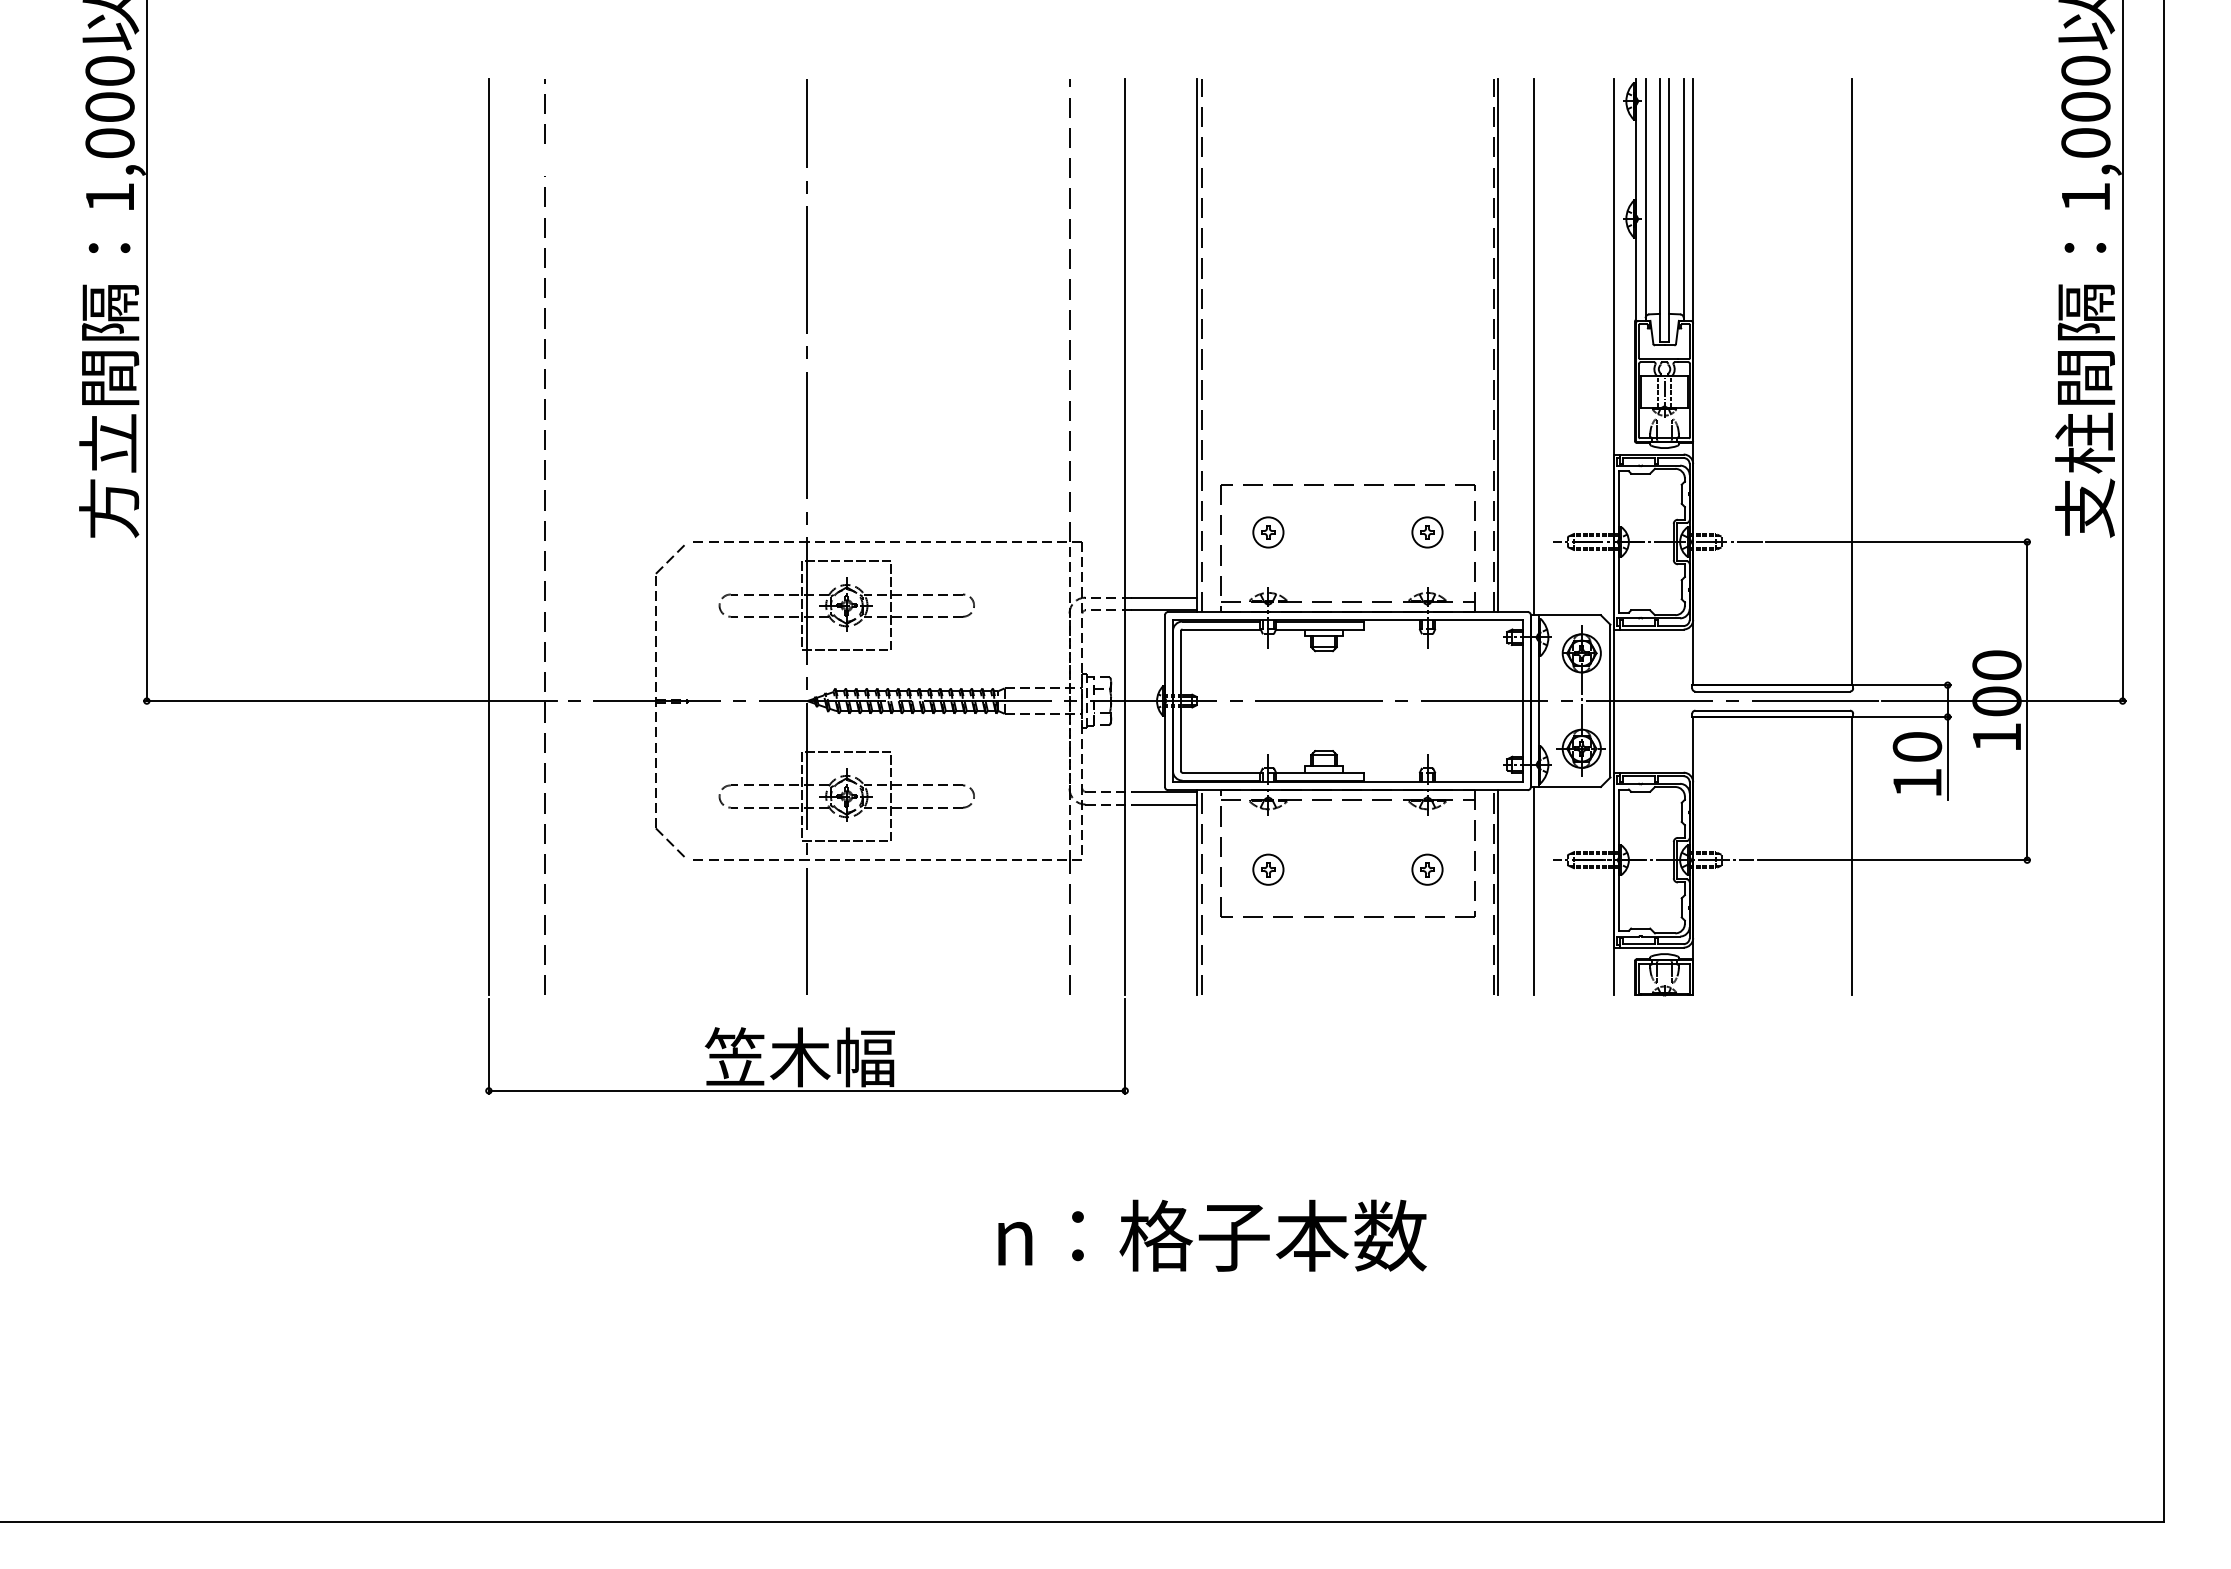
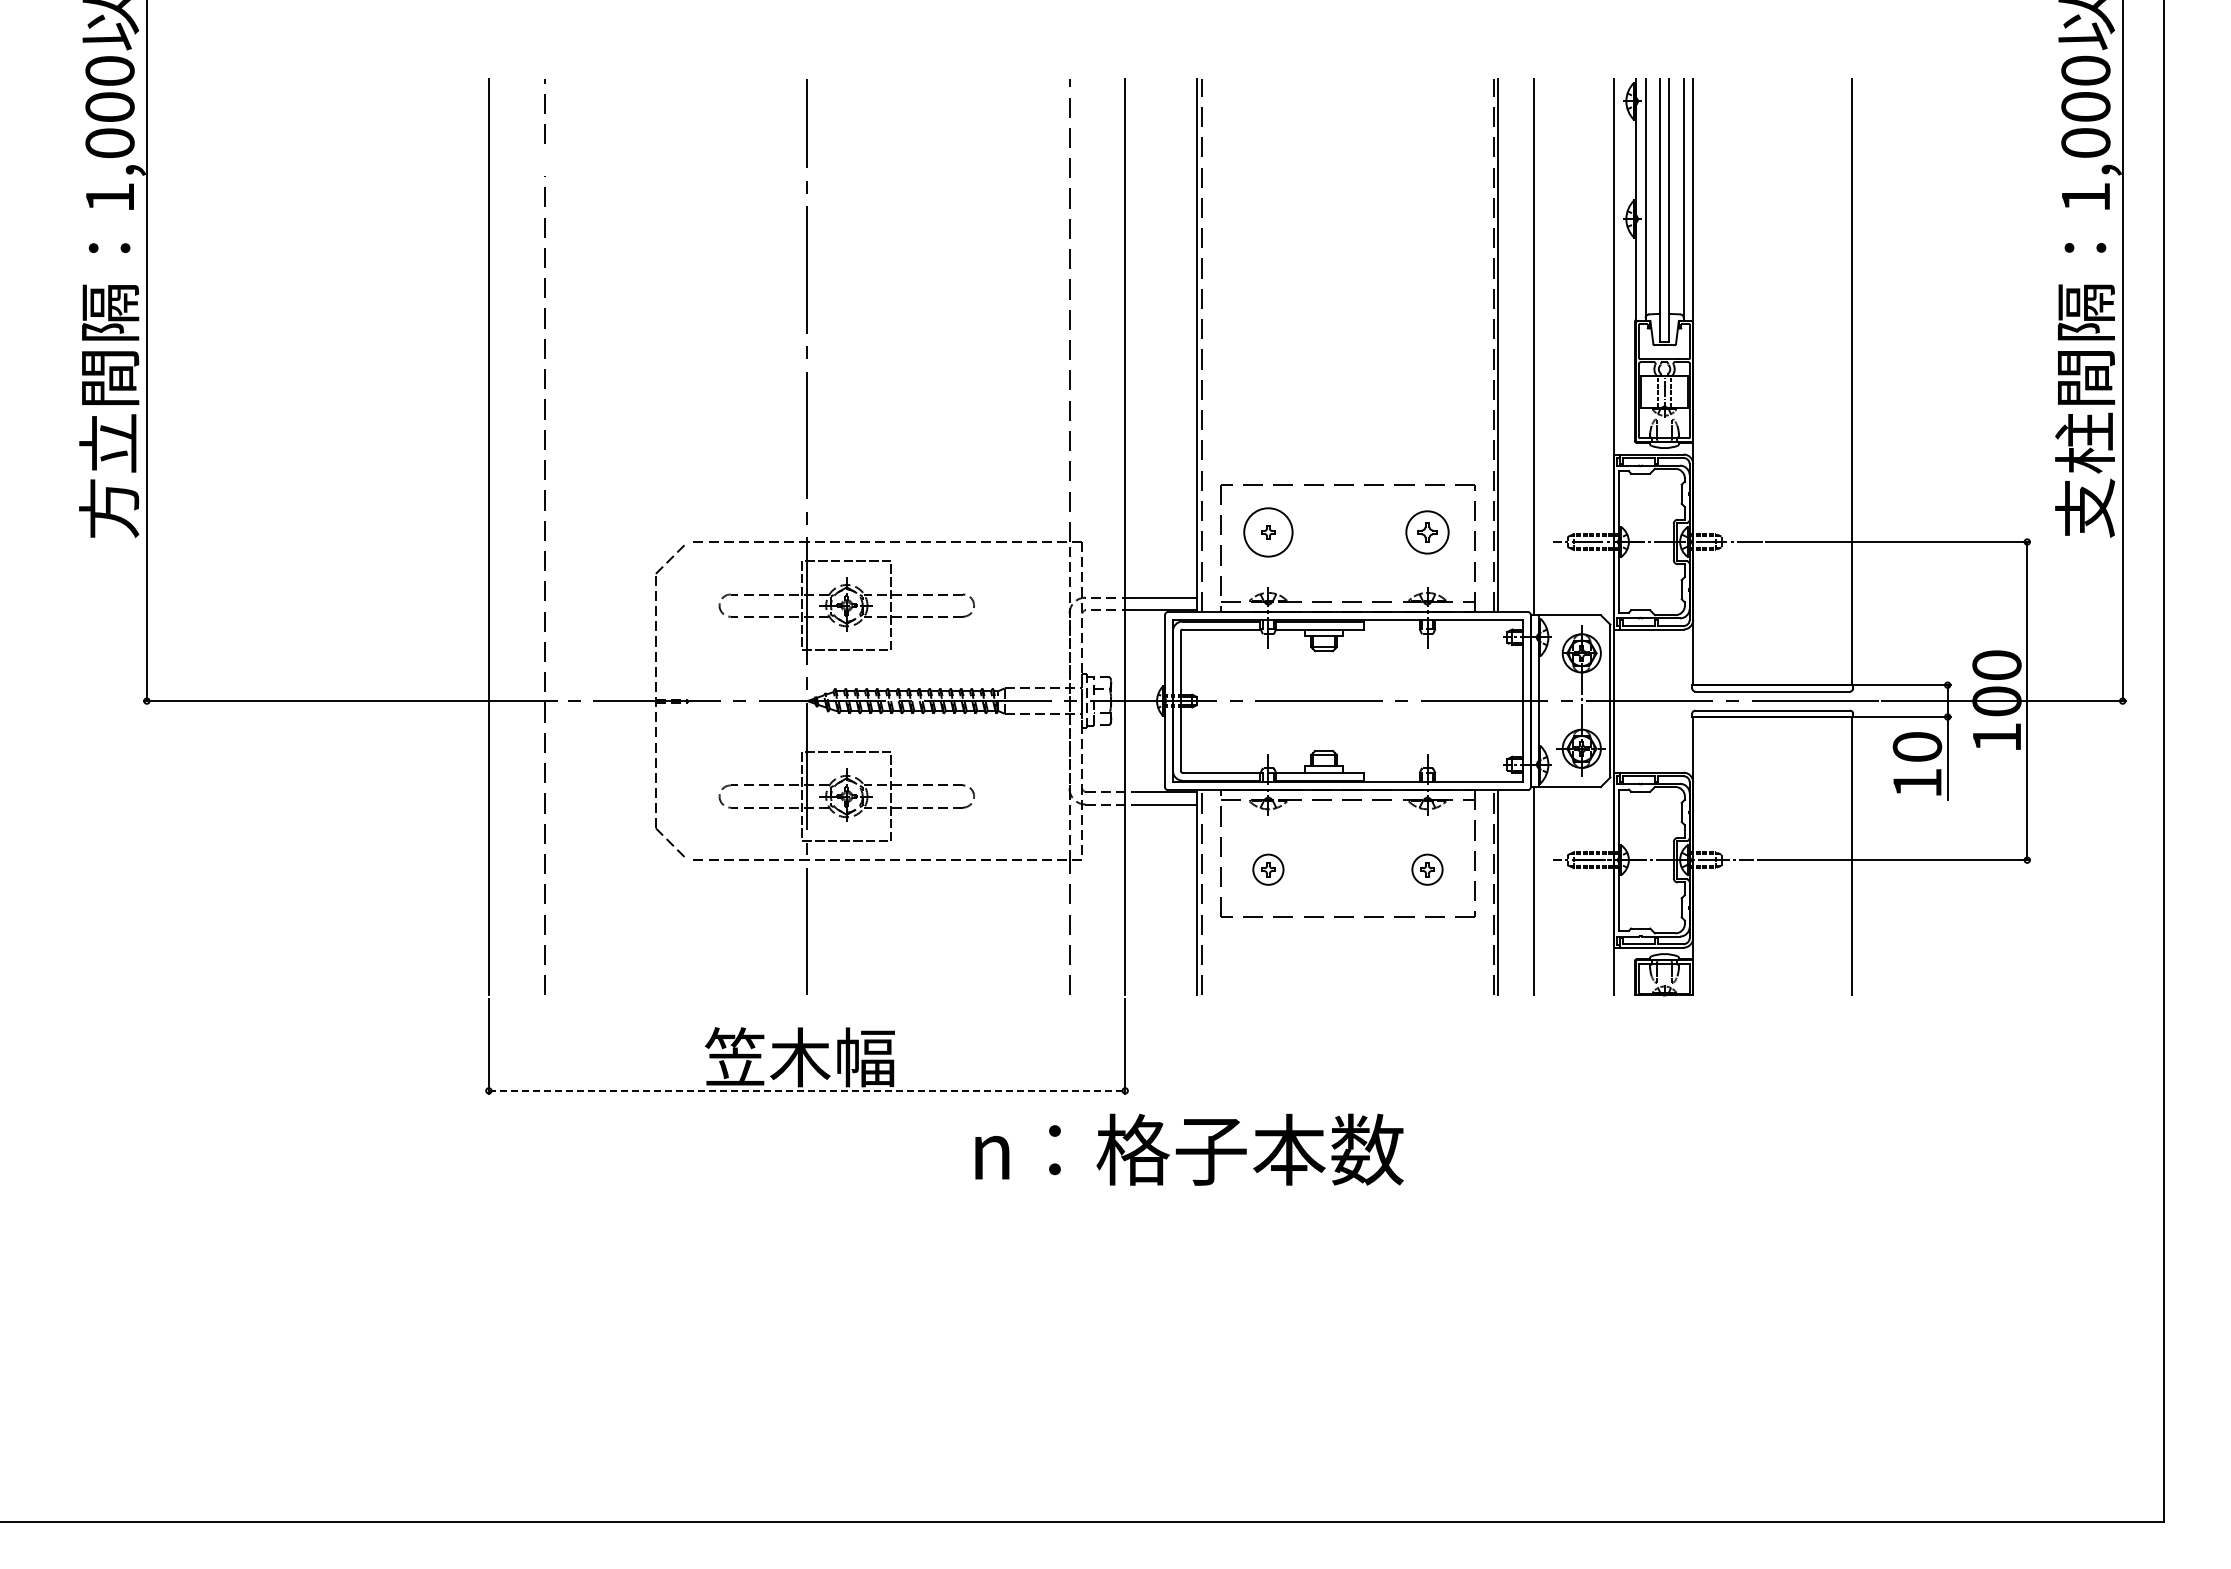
circle at (1268, 532) diameter: 30 px -> 48 px
part at (1427, 532) size: 33x33 px -> 45x45 px
line at (807, 1090): solid -> dashed
text at (1212, 1235) position: (1212, 1235) -> (1189, 1149)
